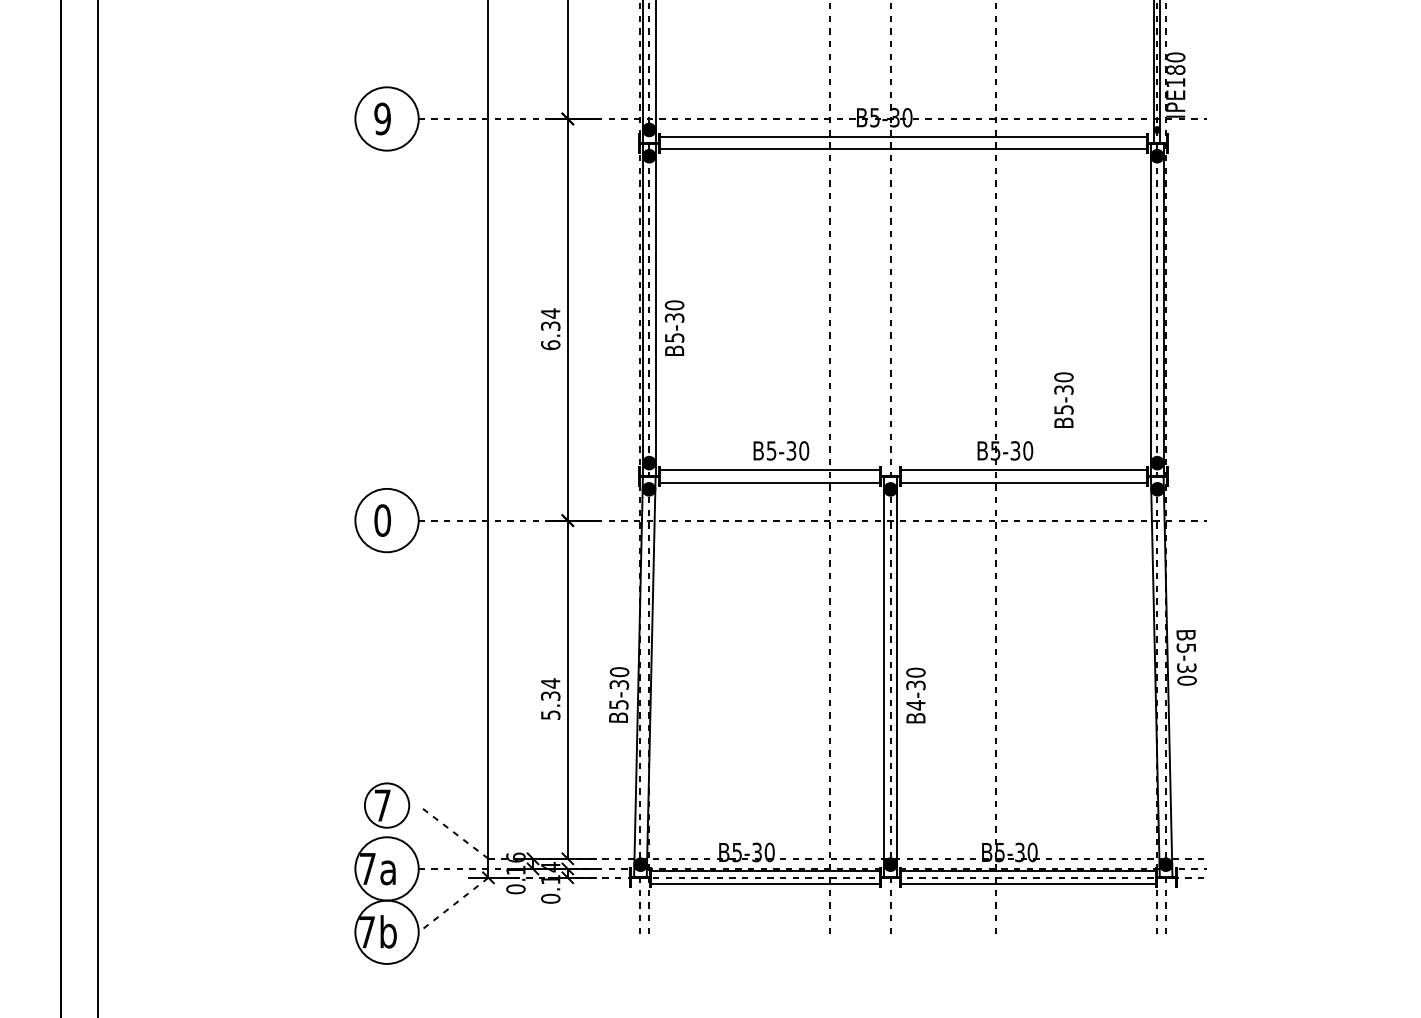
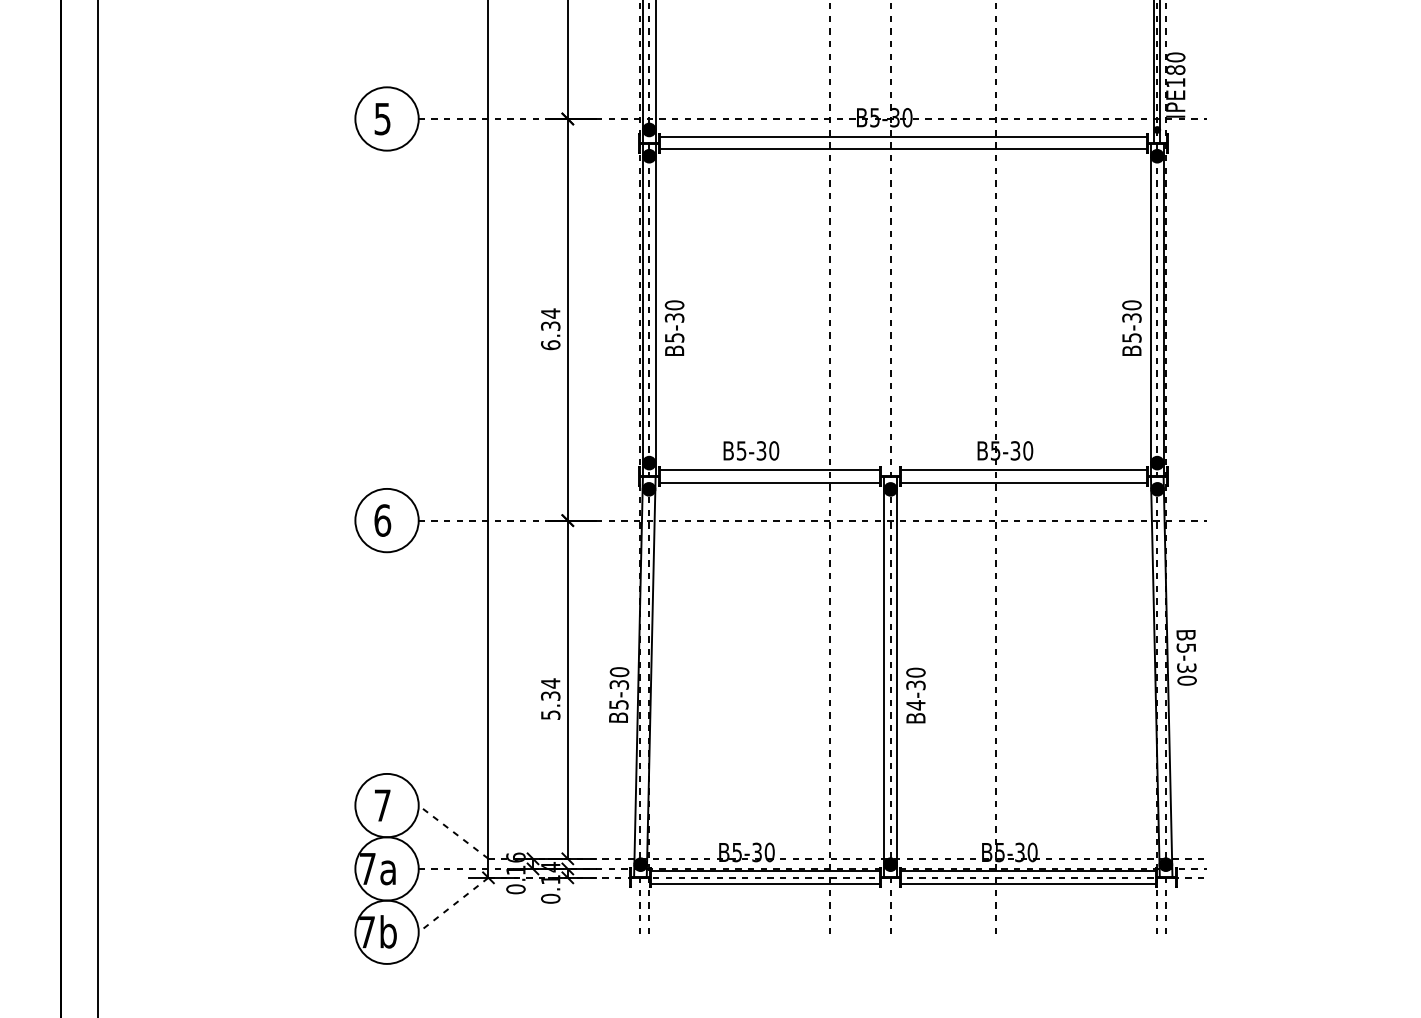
text at (382, 118): 9 -> 5
text at (1063, 399) position: (1063, 399) -> (1131, 327)
text at (781, 450) position: (781, 450) -> (751, 450)
text at (382, 520): 0 -> 6
circle at (386, 805) diameter: 44 px -> 63 px
